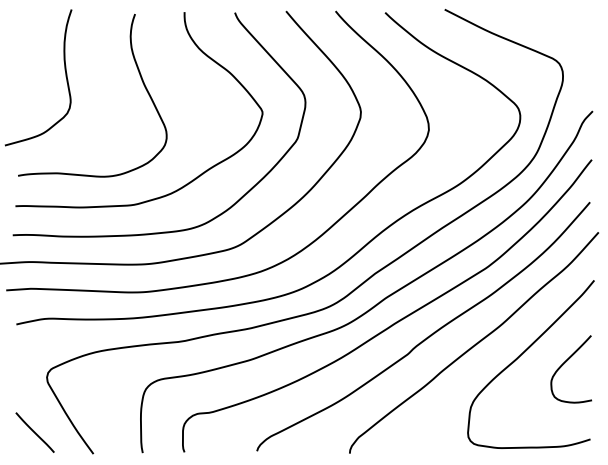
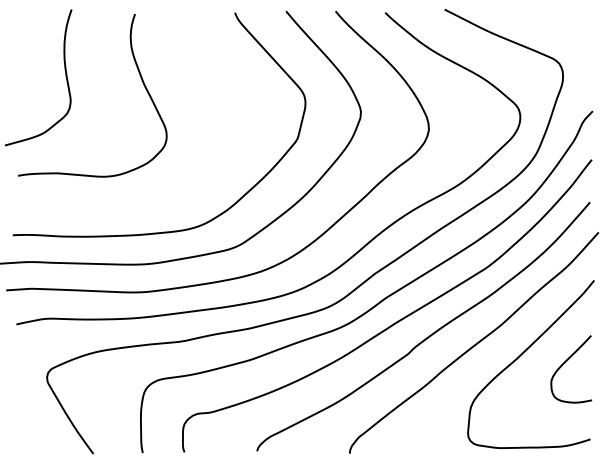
curve at (199, 50): present -> none
line at (34, 432): present -> none
